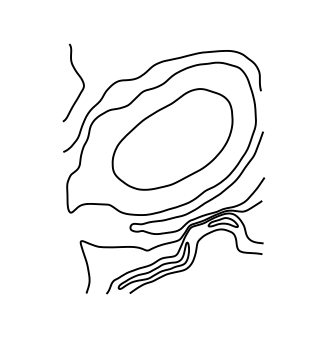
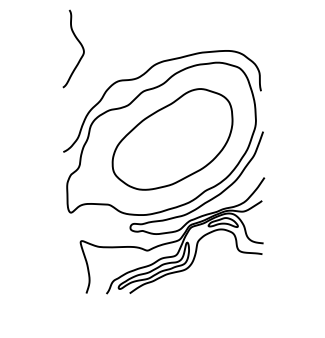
curve at (80, 79) position: (80, 79) -> (80, 45)
